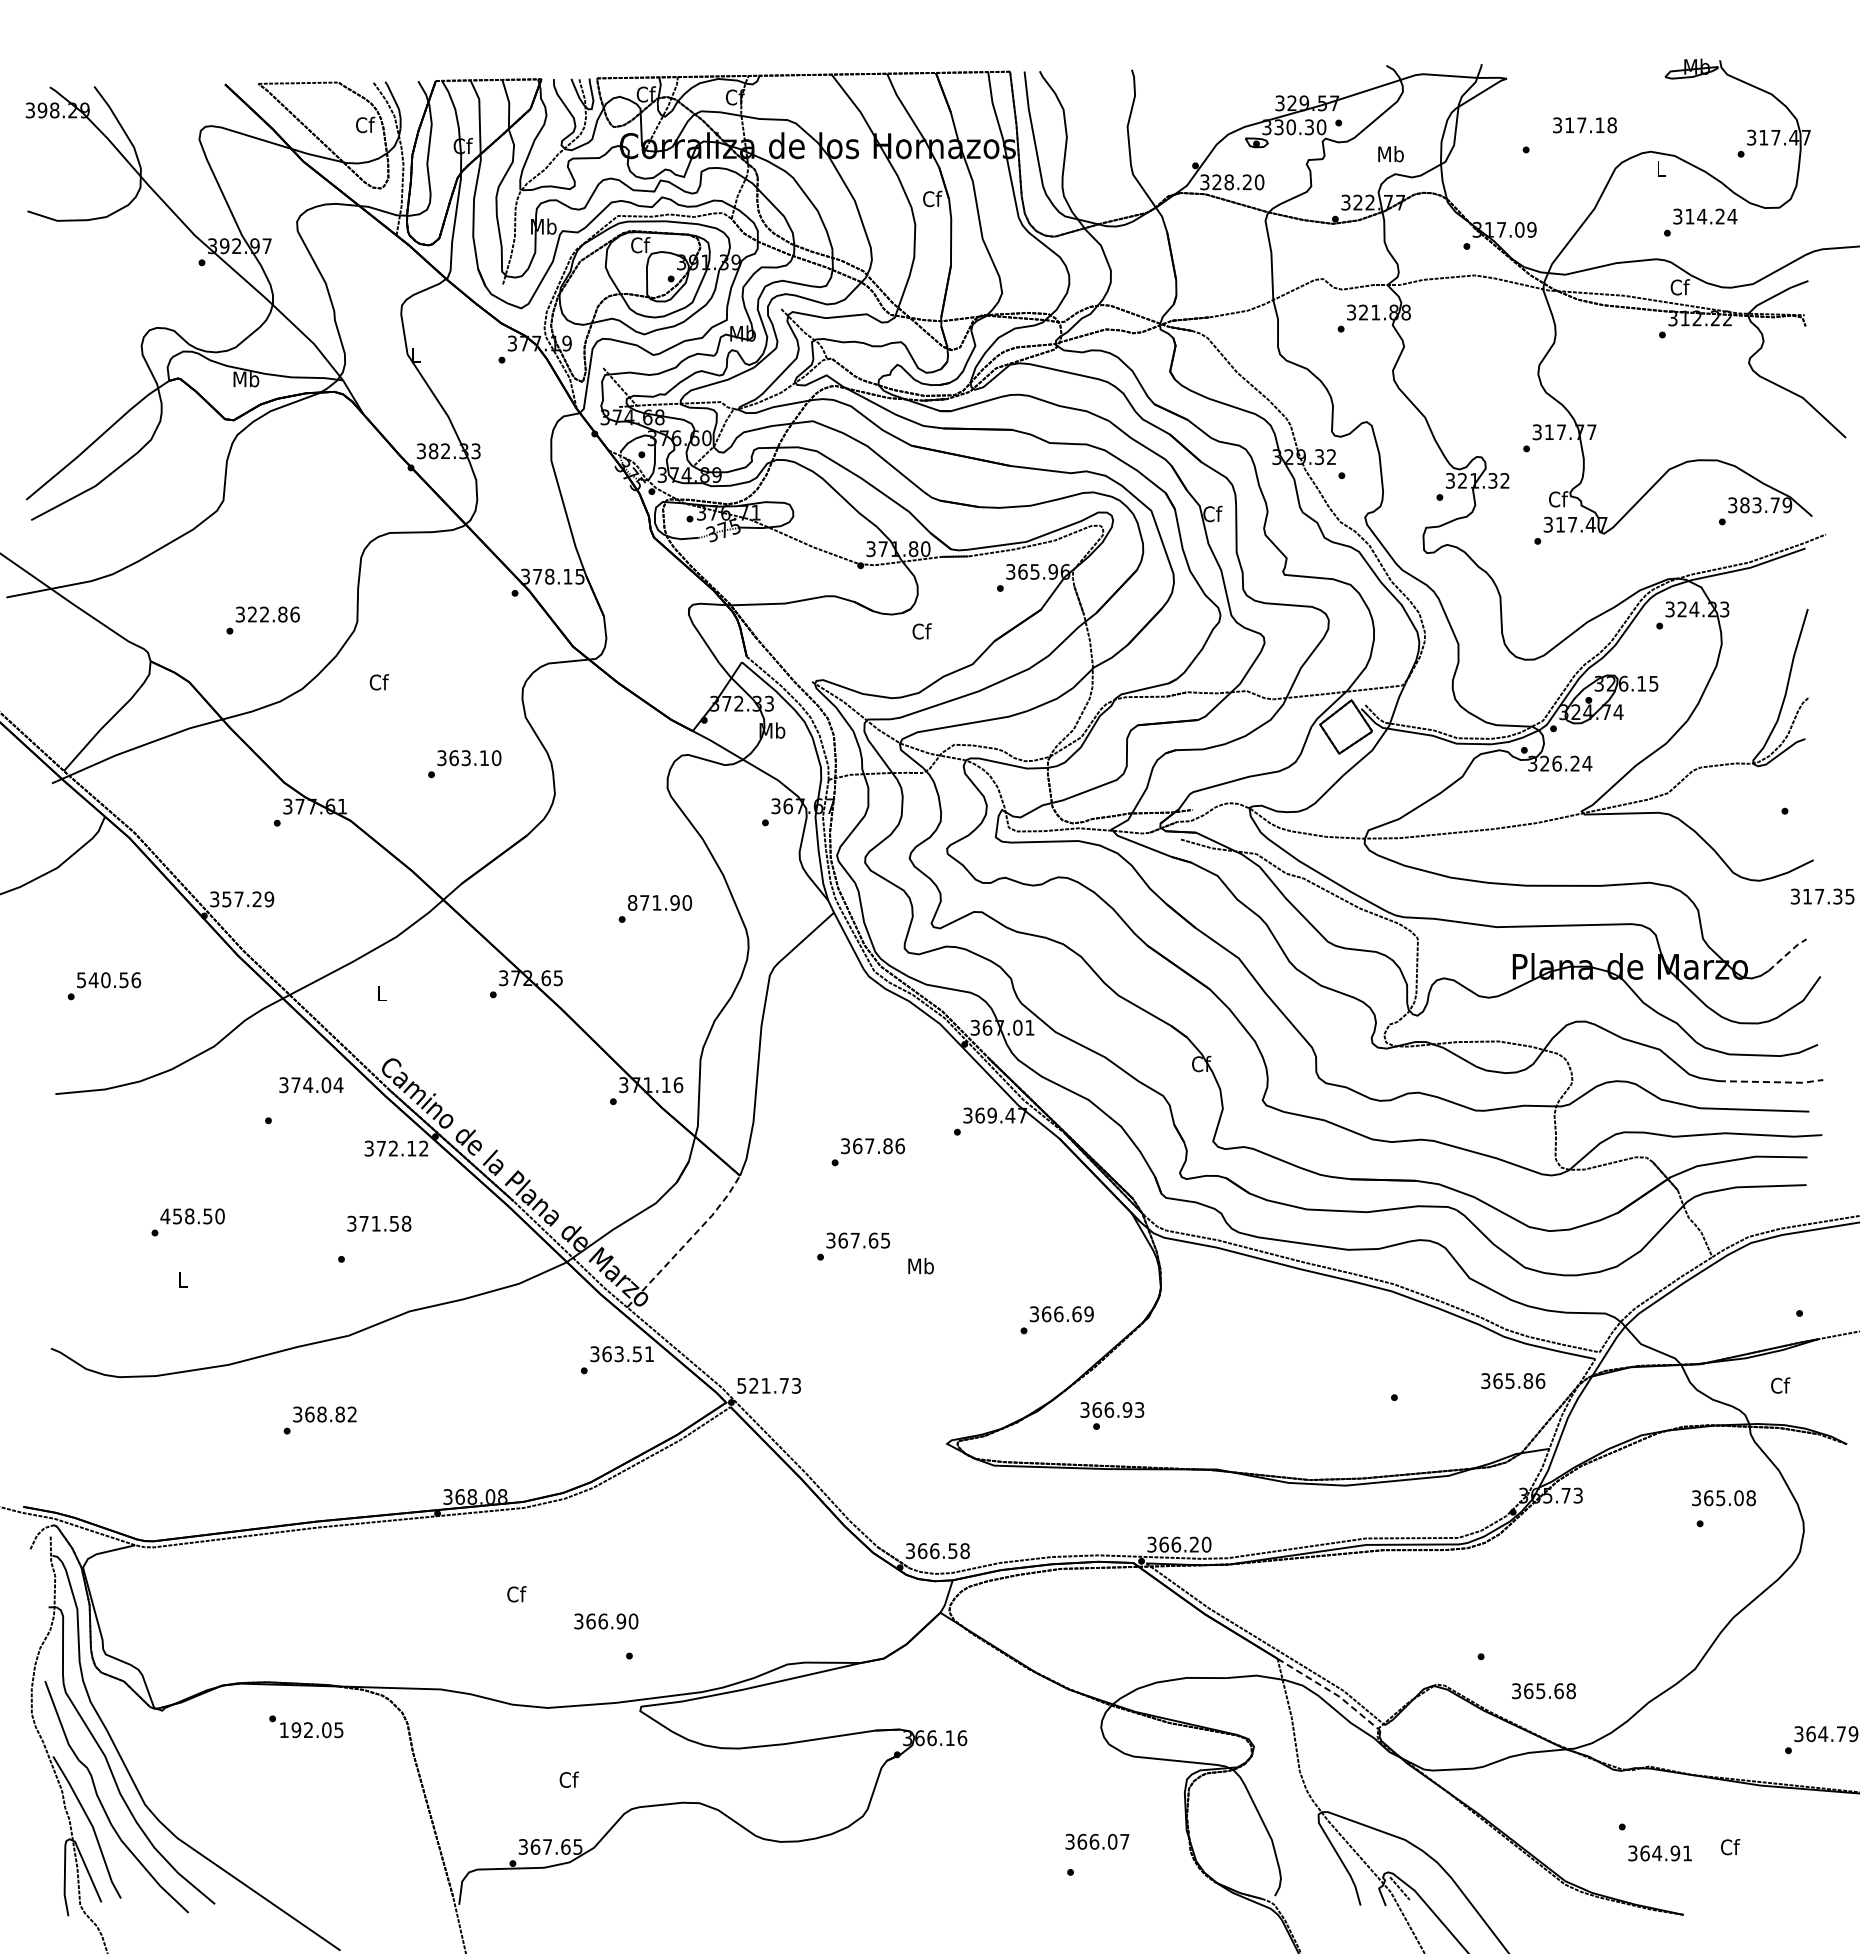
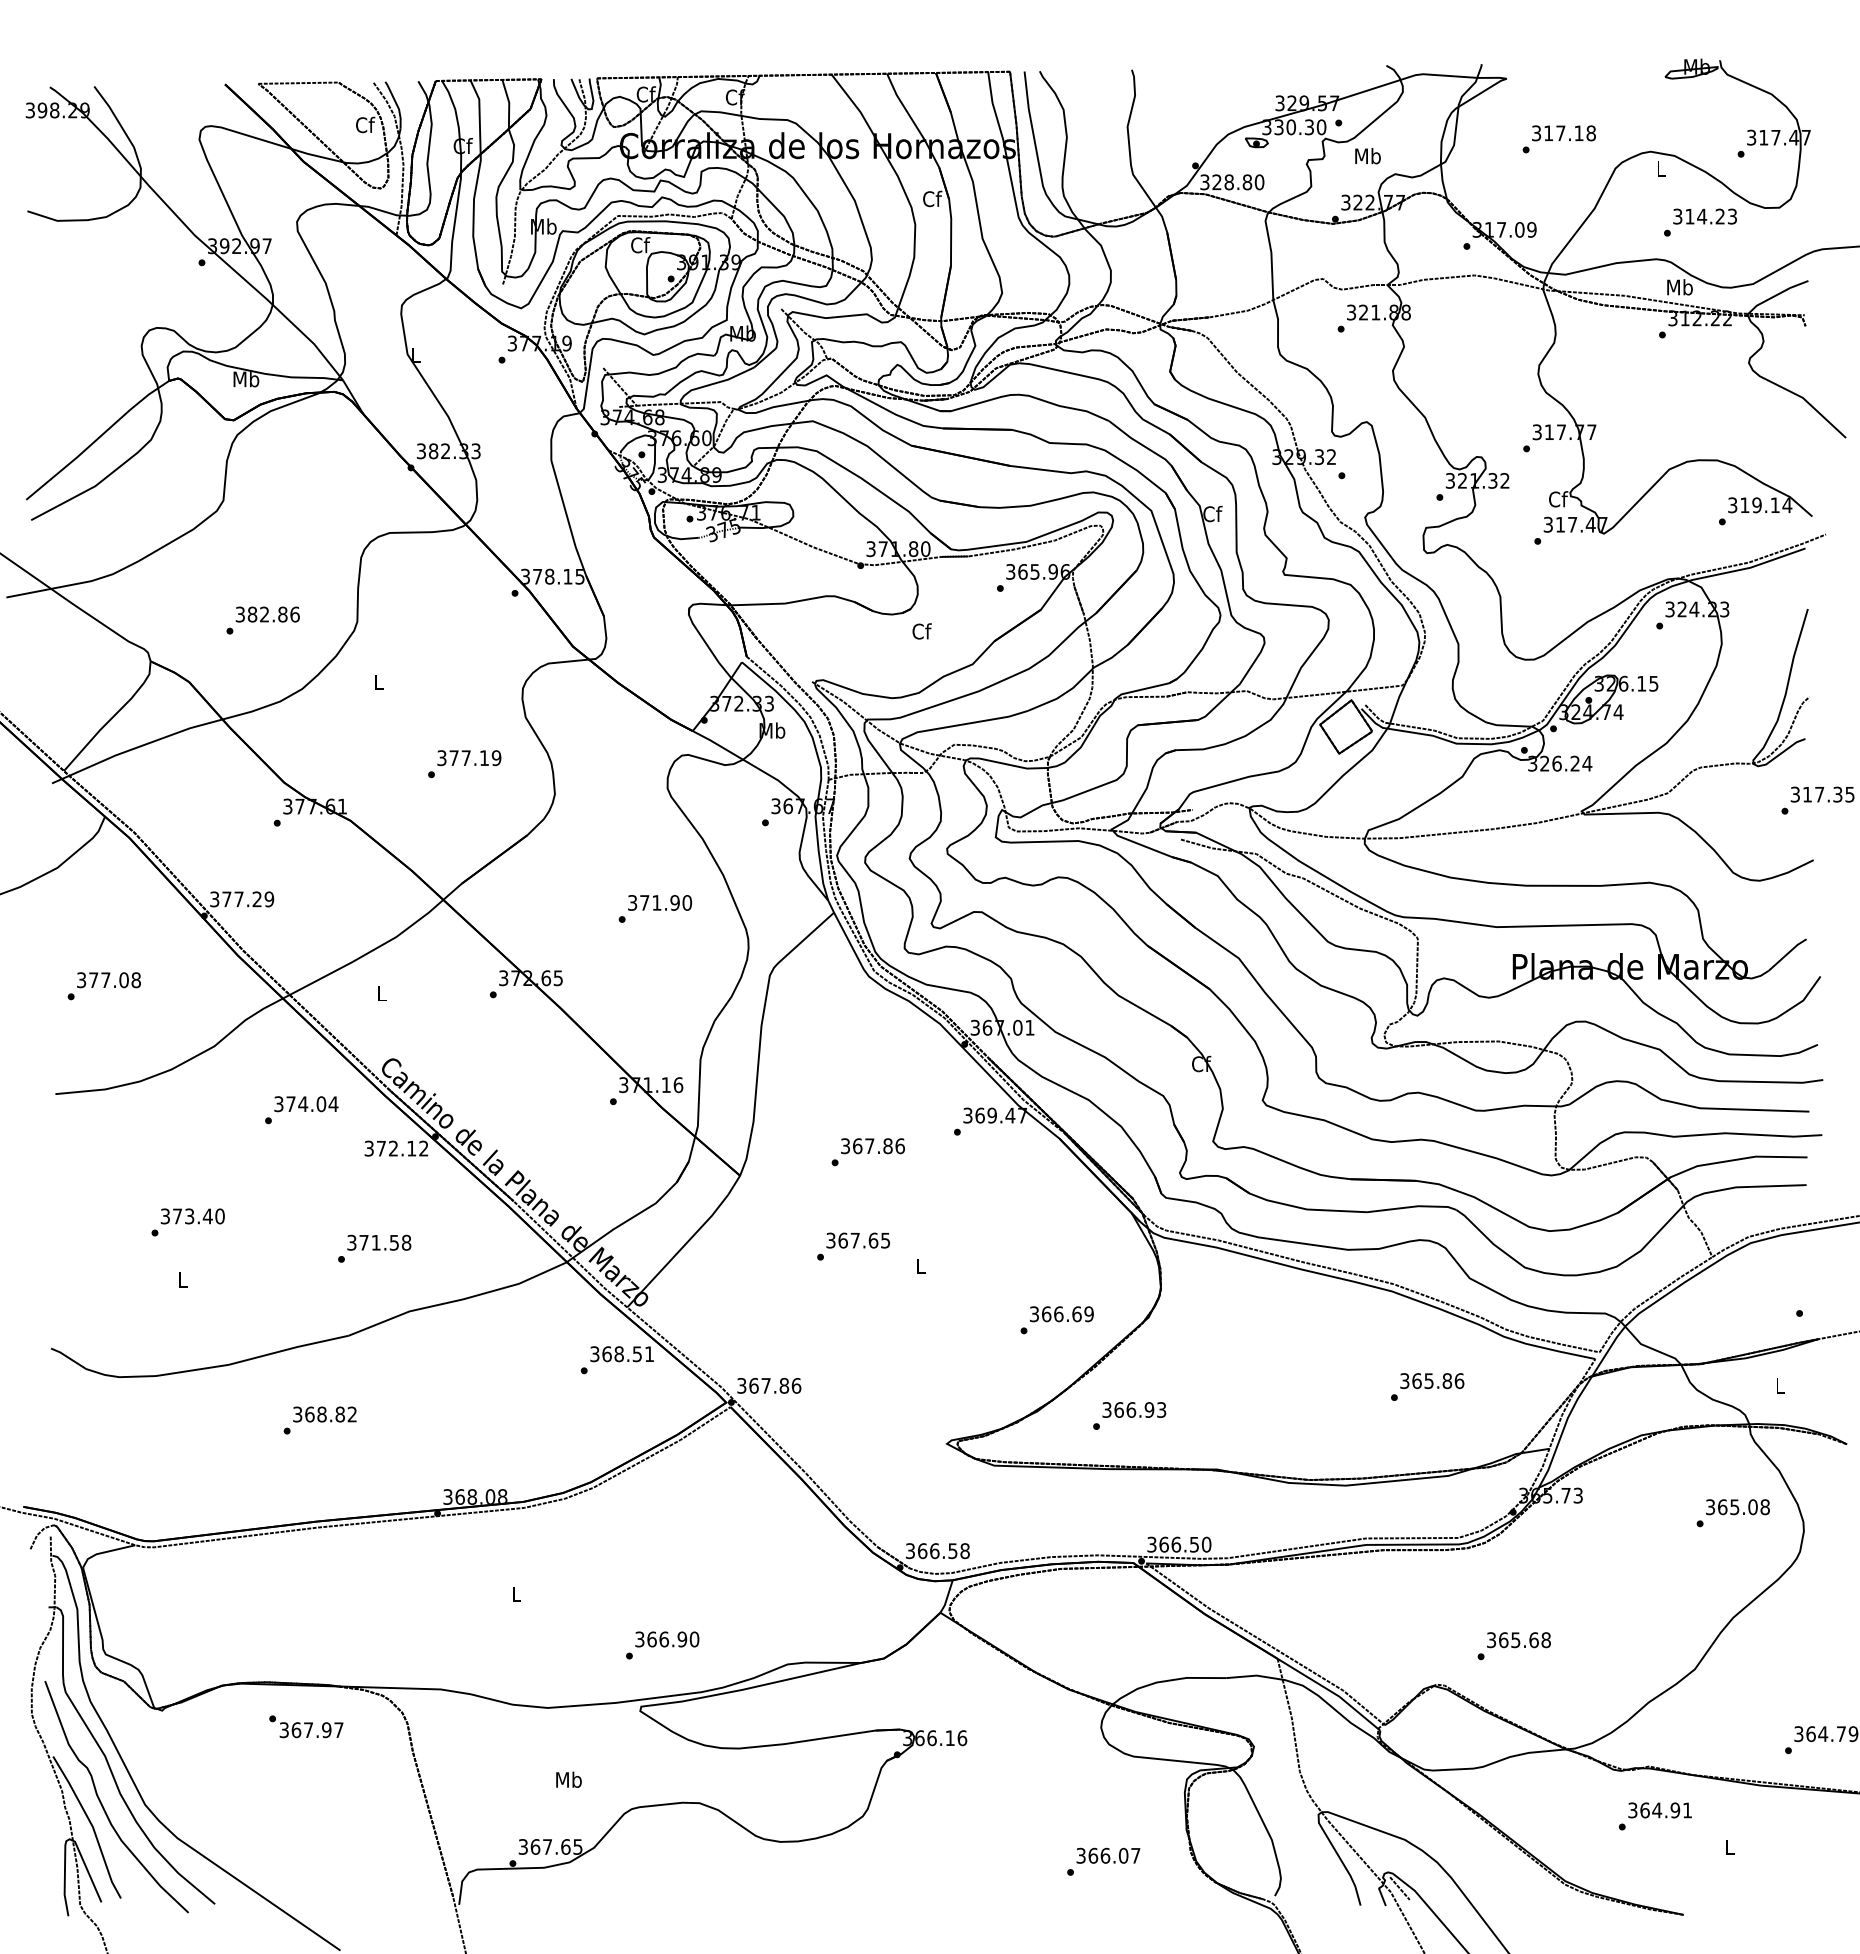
text at (1584, 125) position: (1584, 125) -> (1563, 133)
text at (1390, 154) position: (1390, 154) -> (1367, 156)
text at (1247, 182): 328.20 -> 328.80
text at (1732, 216): 314.24 -> 314.23
text at (1679, 287): Cf -> Mb
text at (1766, 505): 383.79 -> 319.14
text at (252, 614): 322.86 -> 382.86
text at (379, 682): Cf -> L
text at (475, 758): 363.10 -> 377.19
text at (1822, 896) position: (1822, 896) -> (1822, 794)
text at (226, 899): 357.29 -> 377.29
text at (632, 902): 871.90 -> 371.90
line at (1787, 953): dashed -> solid
text at (109, 980): 540.56 -> 377.08
line at (1771, 1082): dashed -> solid
text at (311, 1085) position: (311, 1085) -> (306, 1104)
text at (186, 1216): 458.50 -> 373.40
text at (379, 1223) position: (379, 1223) -> (379, 1242)
line at (687, 1242): dashed -> solid
text at (920, 1266): Mb -> L
text at (618, 1354): 363.51 -> 368.51
text at (1513, 1380) position: (1513, 1380) -> (1432, 1380)
text at (769, 1385): 521.73 -> 367.86
text at (1780, 1385): Cf -> L
text at (1112, 1409) position: (1112, 1409) -> (1134, 1409)
text at (1723, 1498) position: (1723, 1498) -> (1737, 1507)
text at (1194, 1544): 366.20 -> 366.50
text at (516, 1594): Cf -> L
text at (606, 1621) position: (606, 1621) -> (667, 1639)
line at (1331, 1691): dashed -> solid
text at (1543, 1691) position: (1543, 1691) -> (1518, 1640)
text at (311, 1730): 192.05 -> 367.97
text at (568, 1779): Cf -> Mb
text at (1097, 1841) position: (1097, 1841) -> (1108, 1855)
text at (1730, 1847): Cf -> L
text at (1659, 1853) position: (1659, 1853) -> (1659, 1810)
